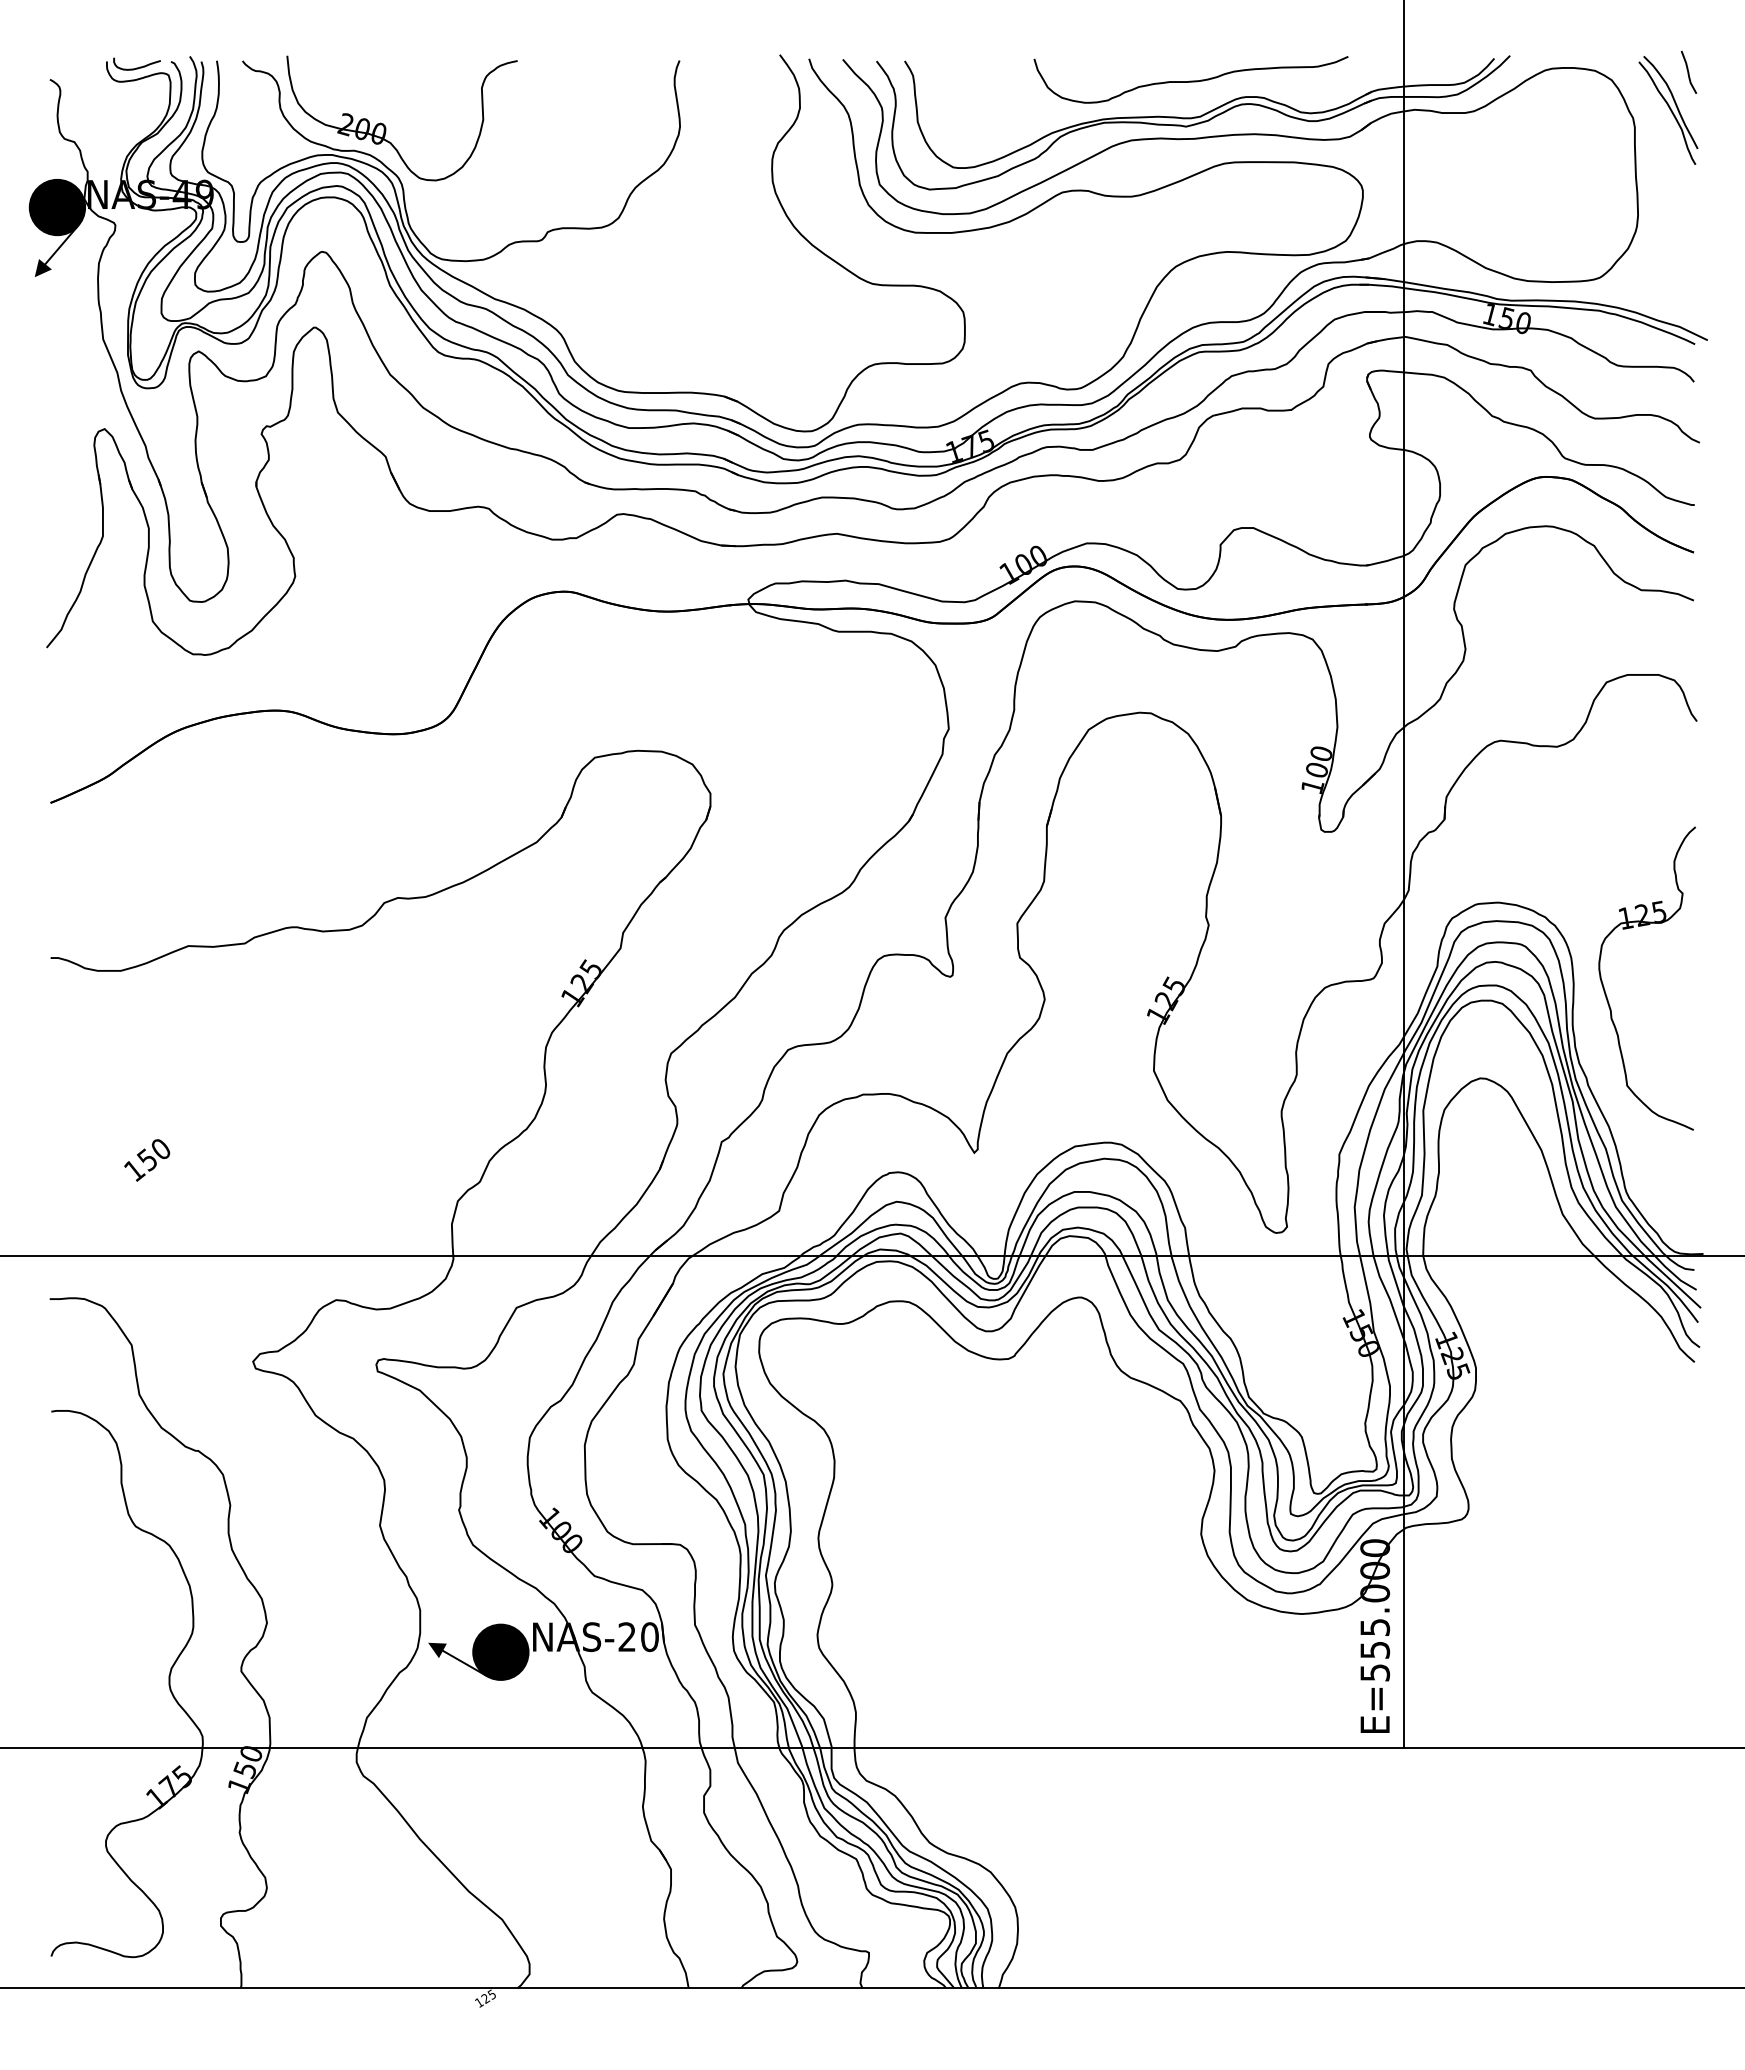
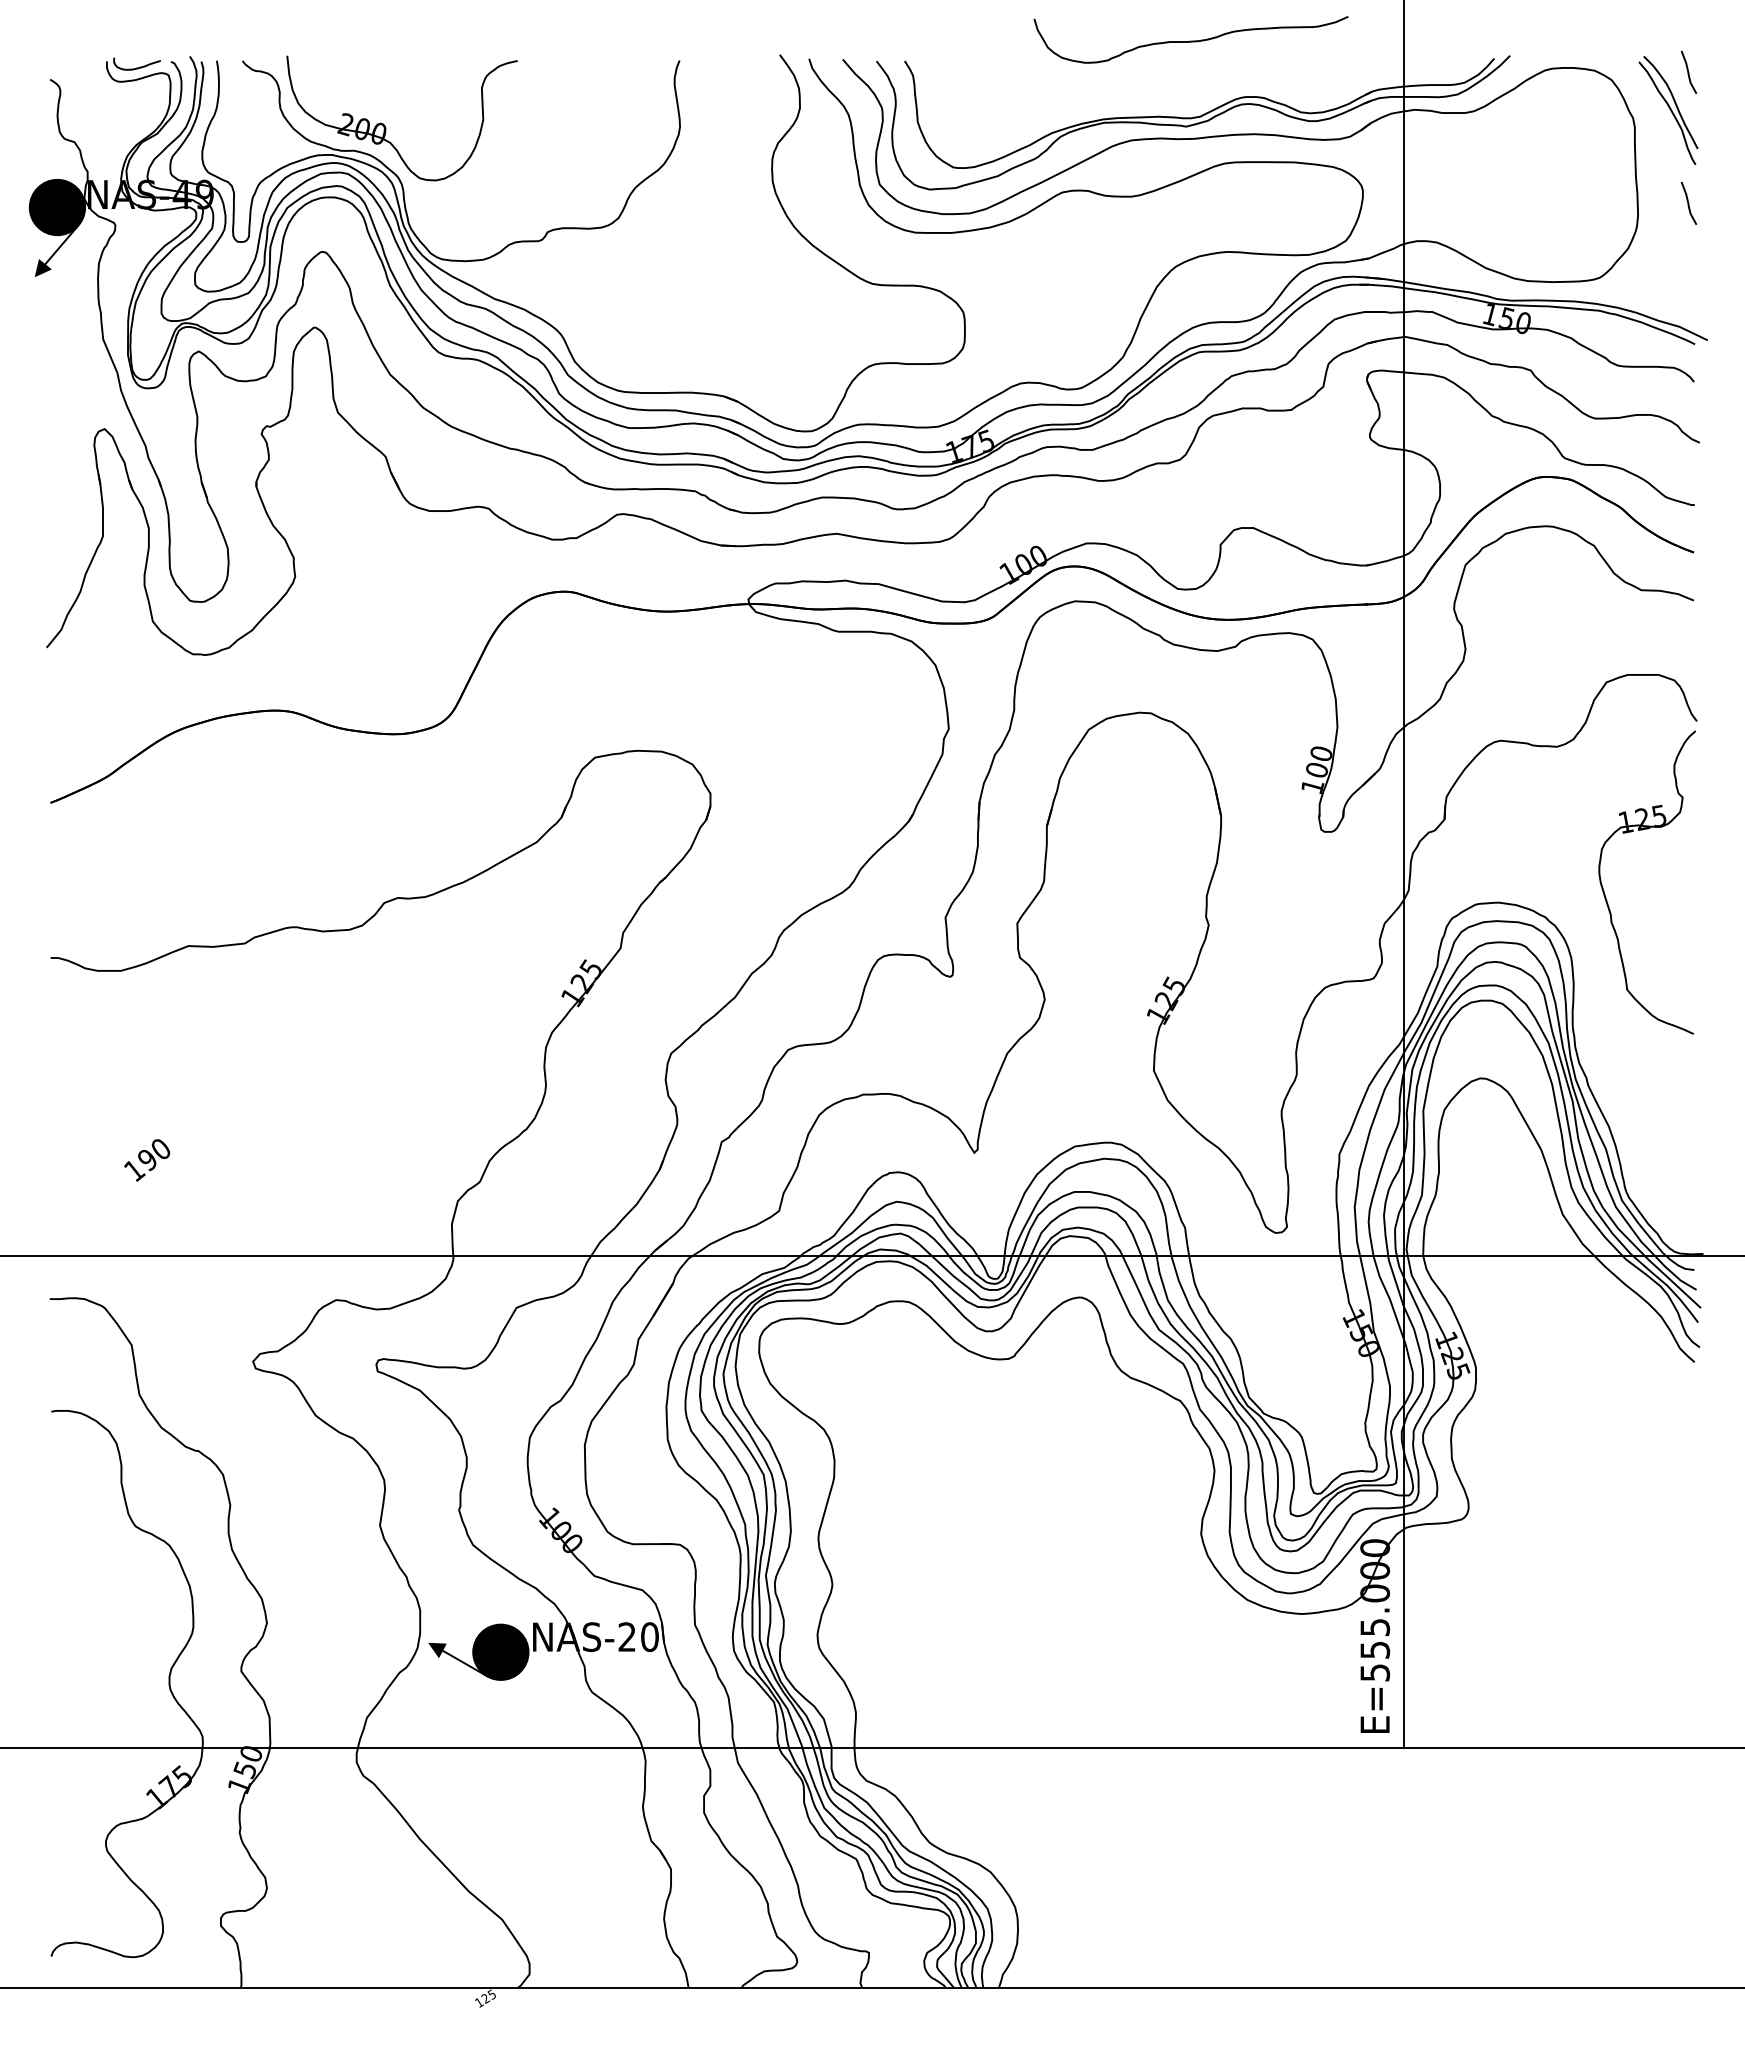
curve at (1190, 80) position: (1190, 80) -> (1190, 40)
curve at (1688, 202): none -> present
part at (1606, 993) position: (1606, 993) -> (1606, 897)
text at (146, 1159): 150 -> 190
